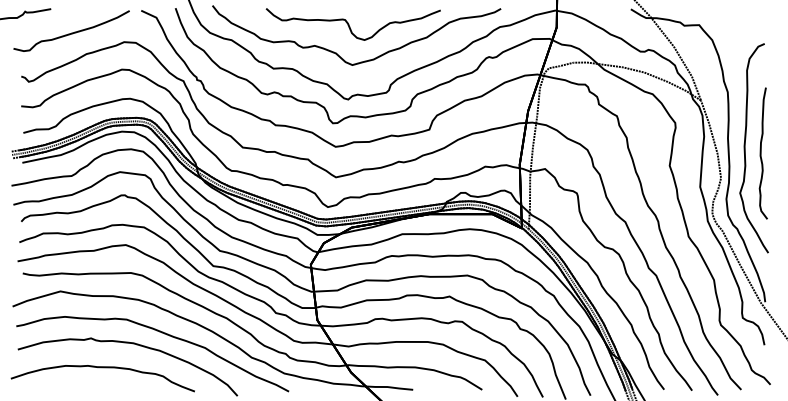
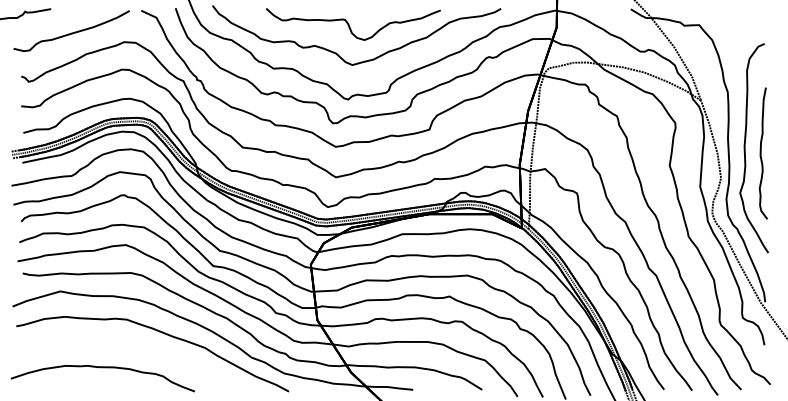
part at (132, 344): present -> none
